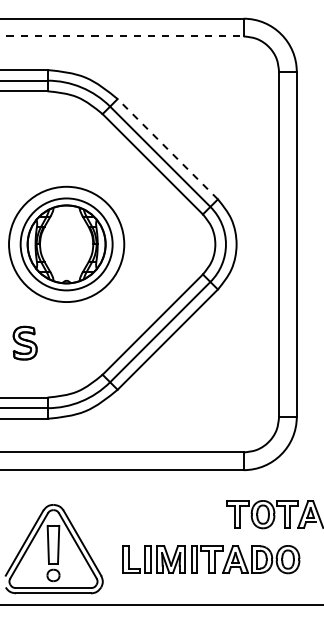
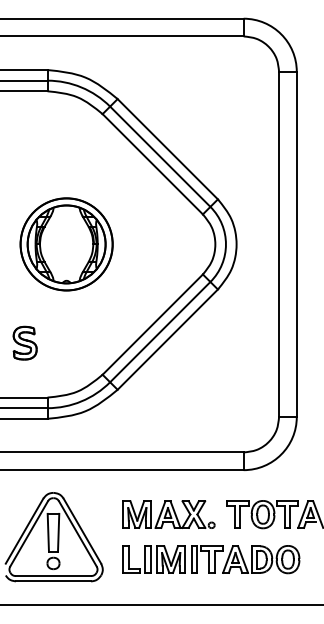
line at (122, 36): dashed -> solid
line at (167, 149): dashed -> solid
circle at (66, 244) diameter: 115 px -> 92 px
part at (168, 514): none -> present
part at (53, 549) position: (53, 549) -> (53, 537)
